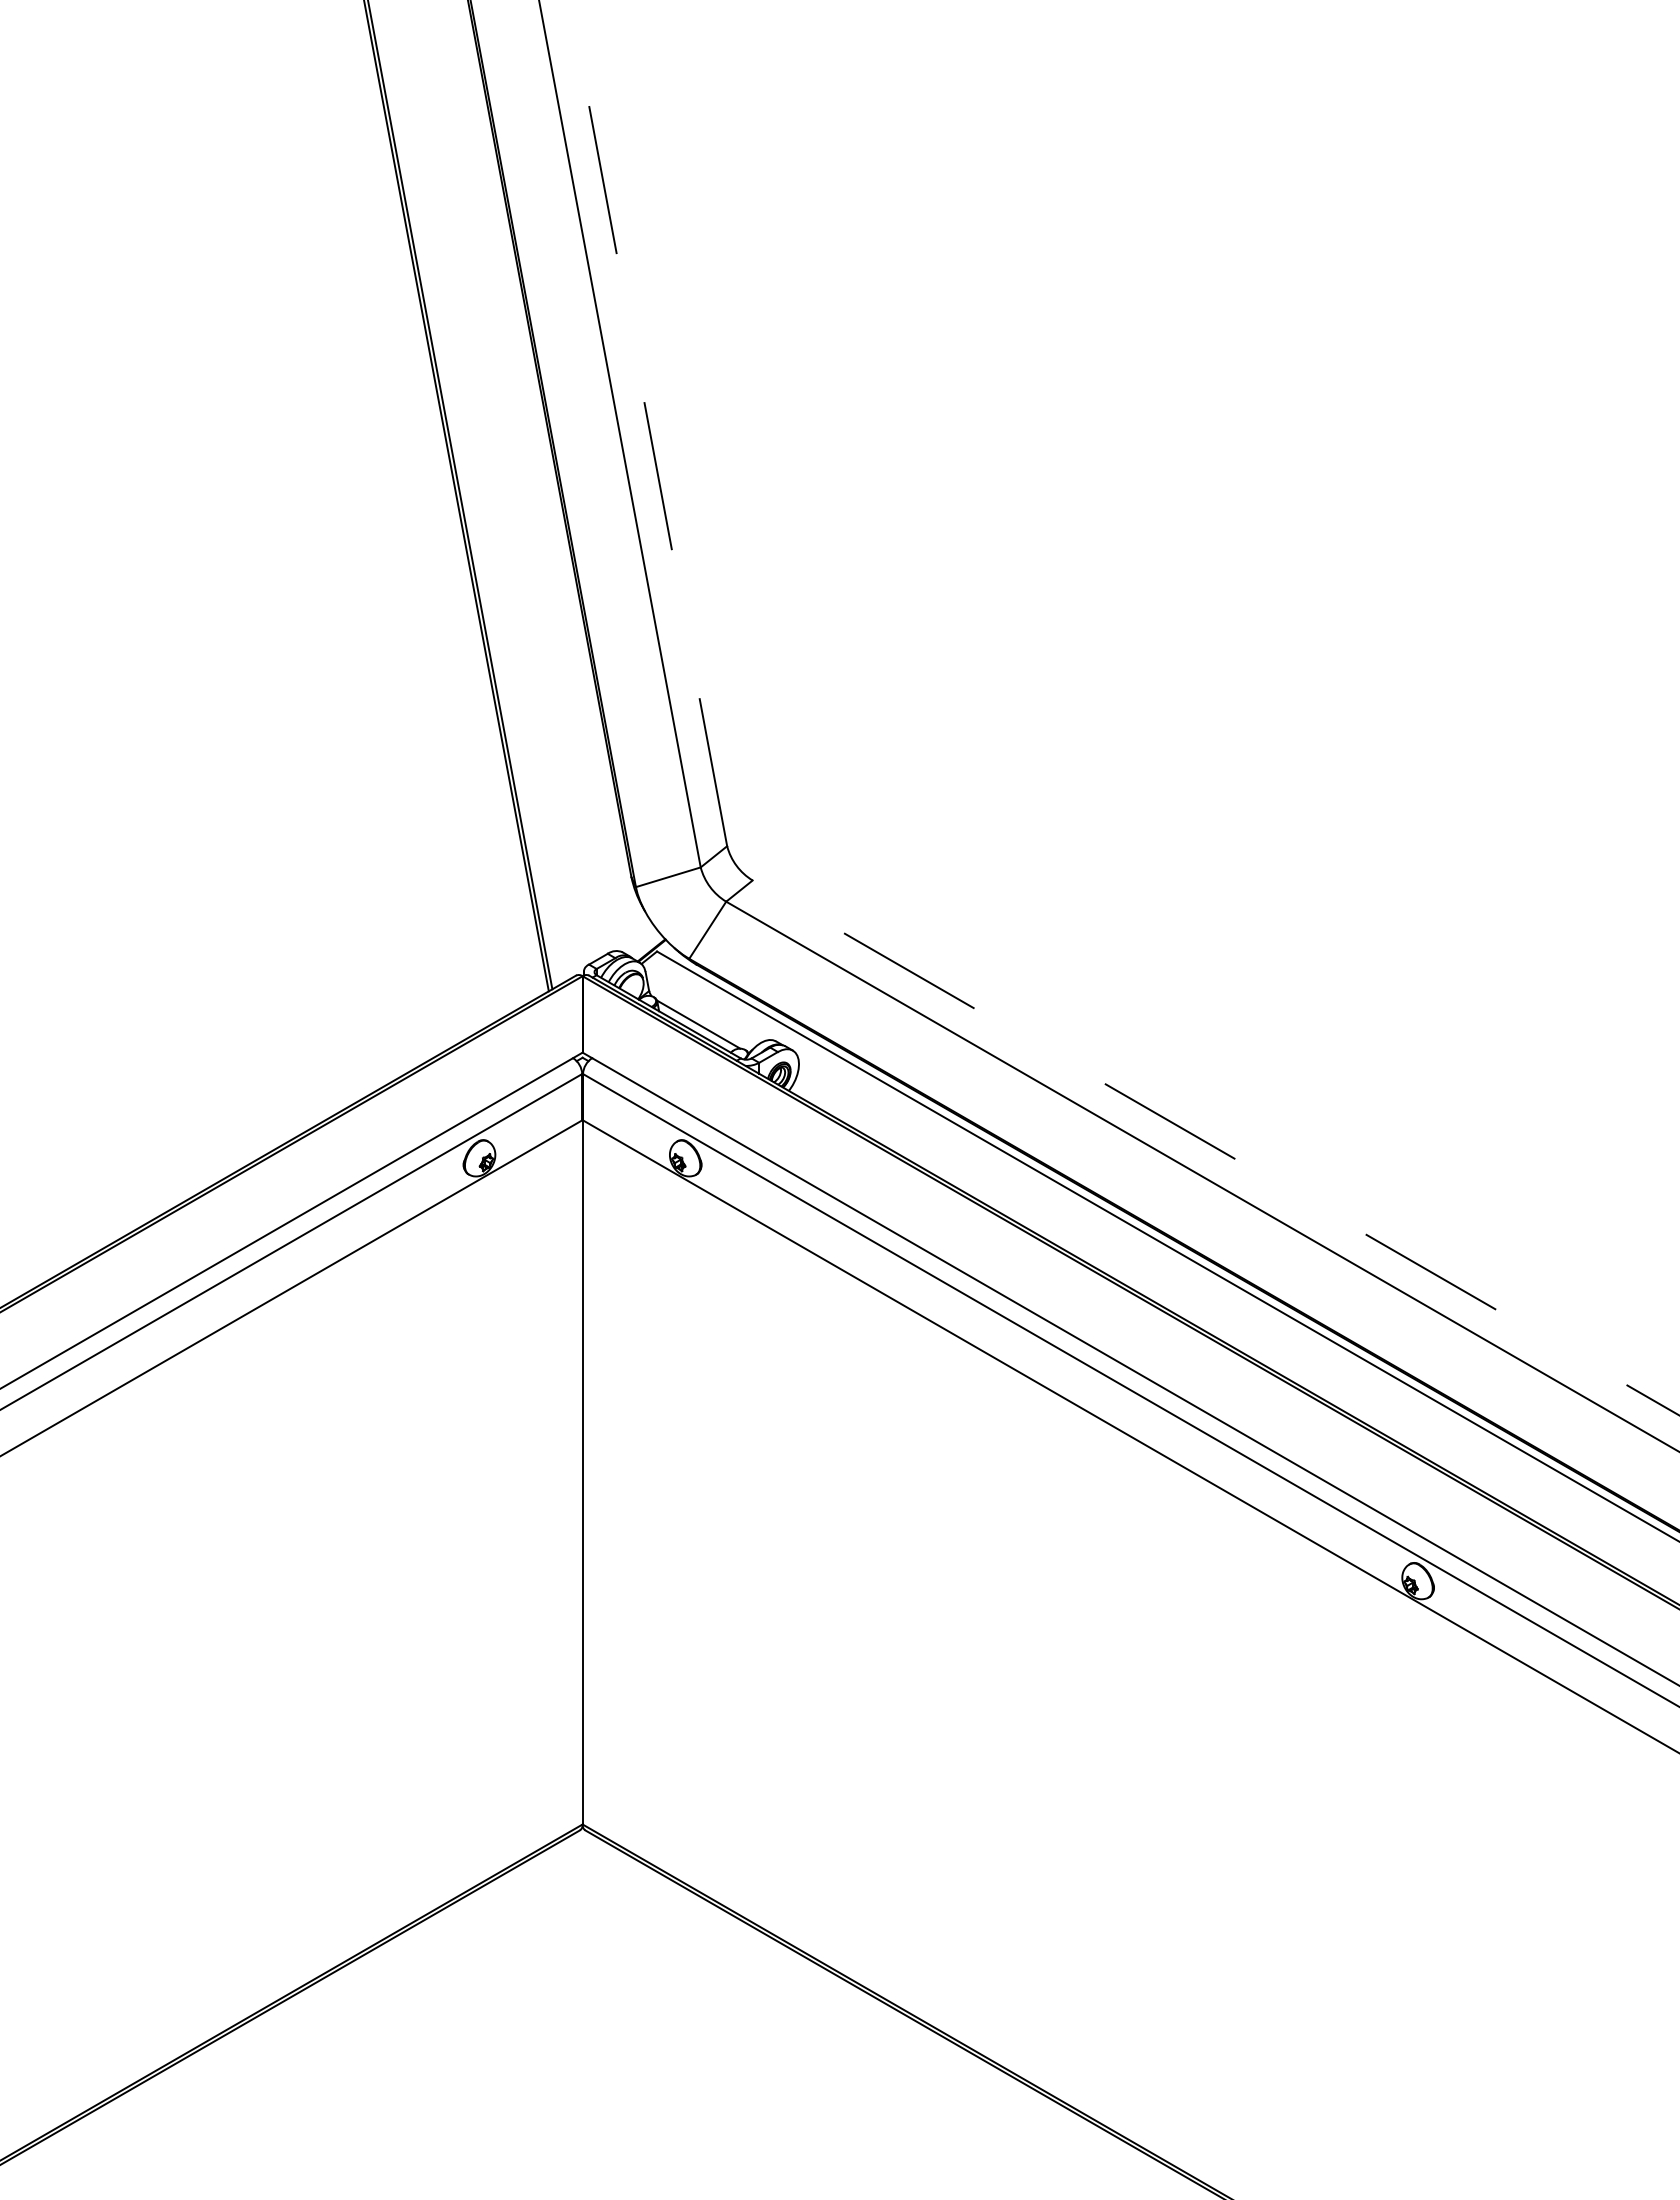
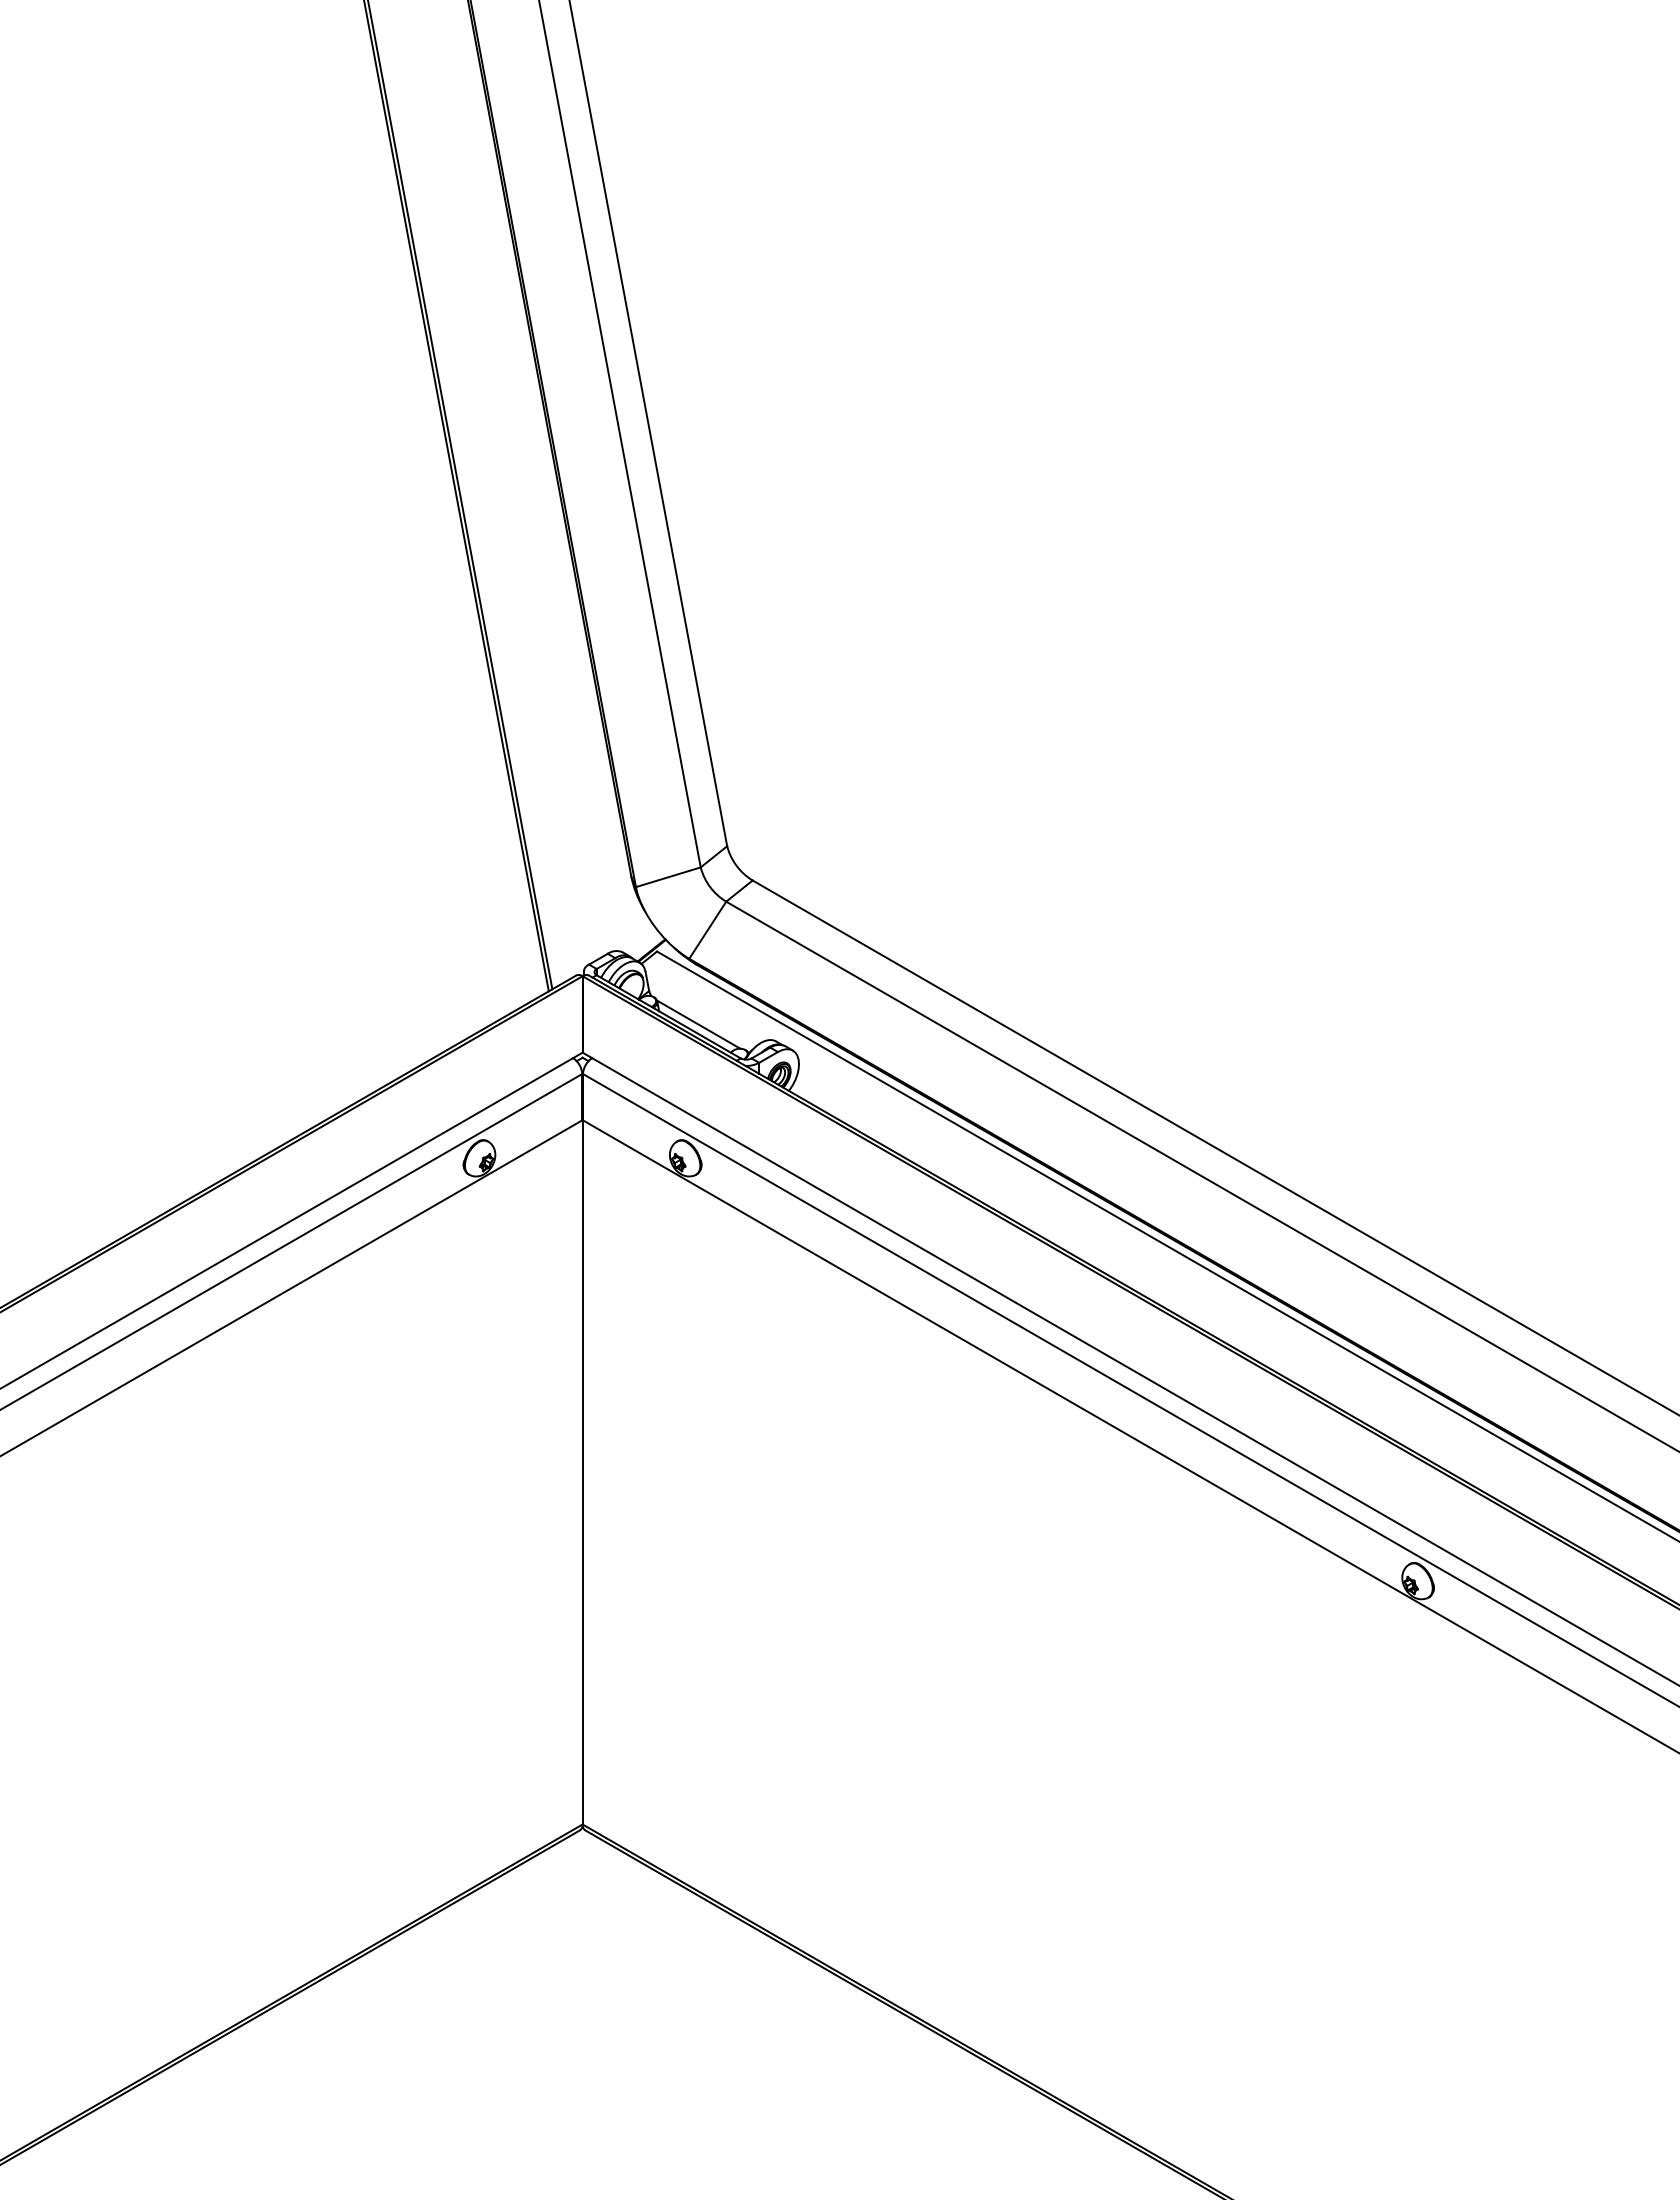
line at (648, 422): dashed -> solid
line at (1215, 1147): dashed -> solid
